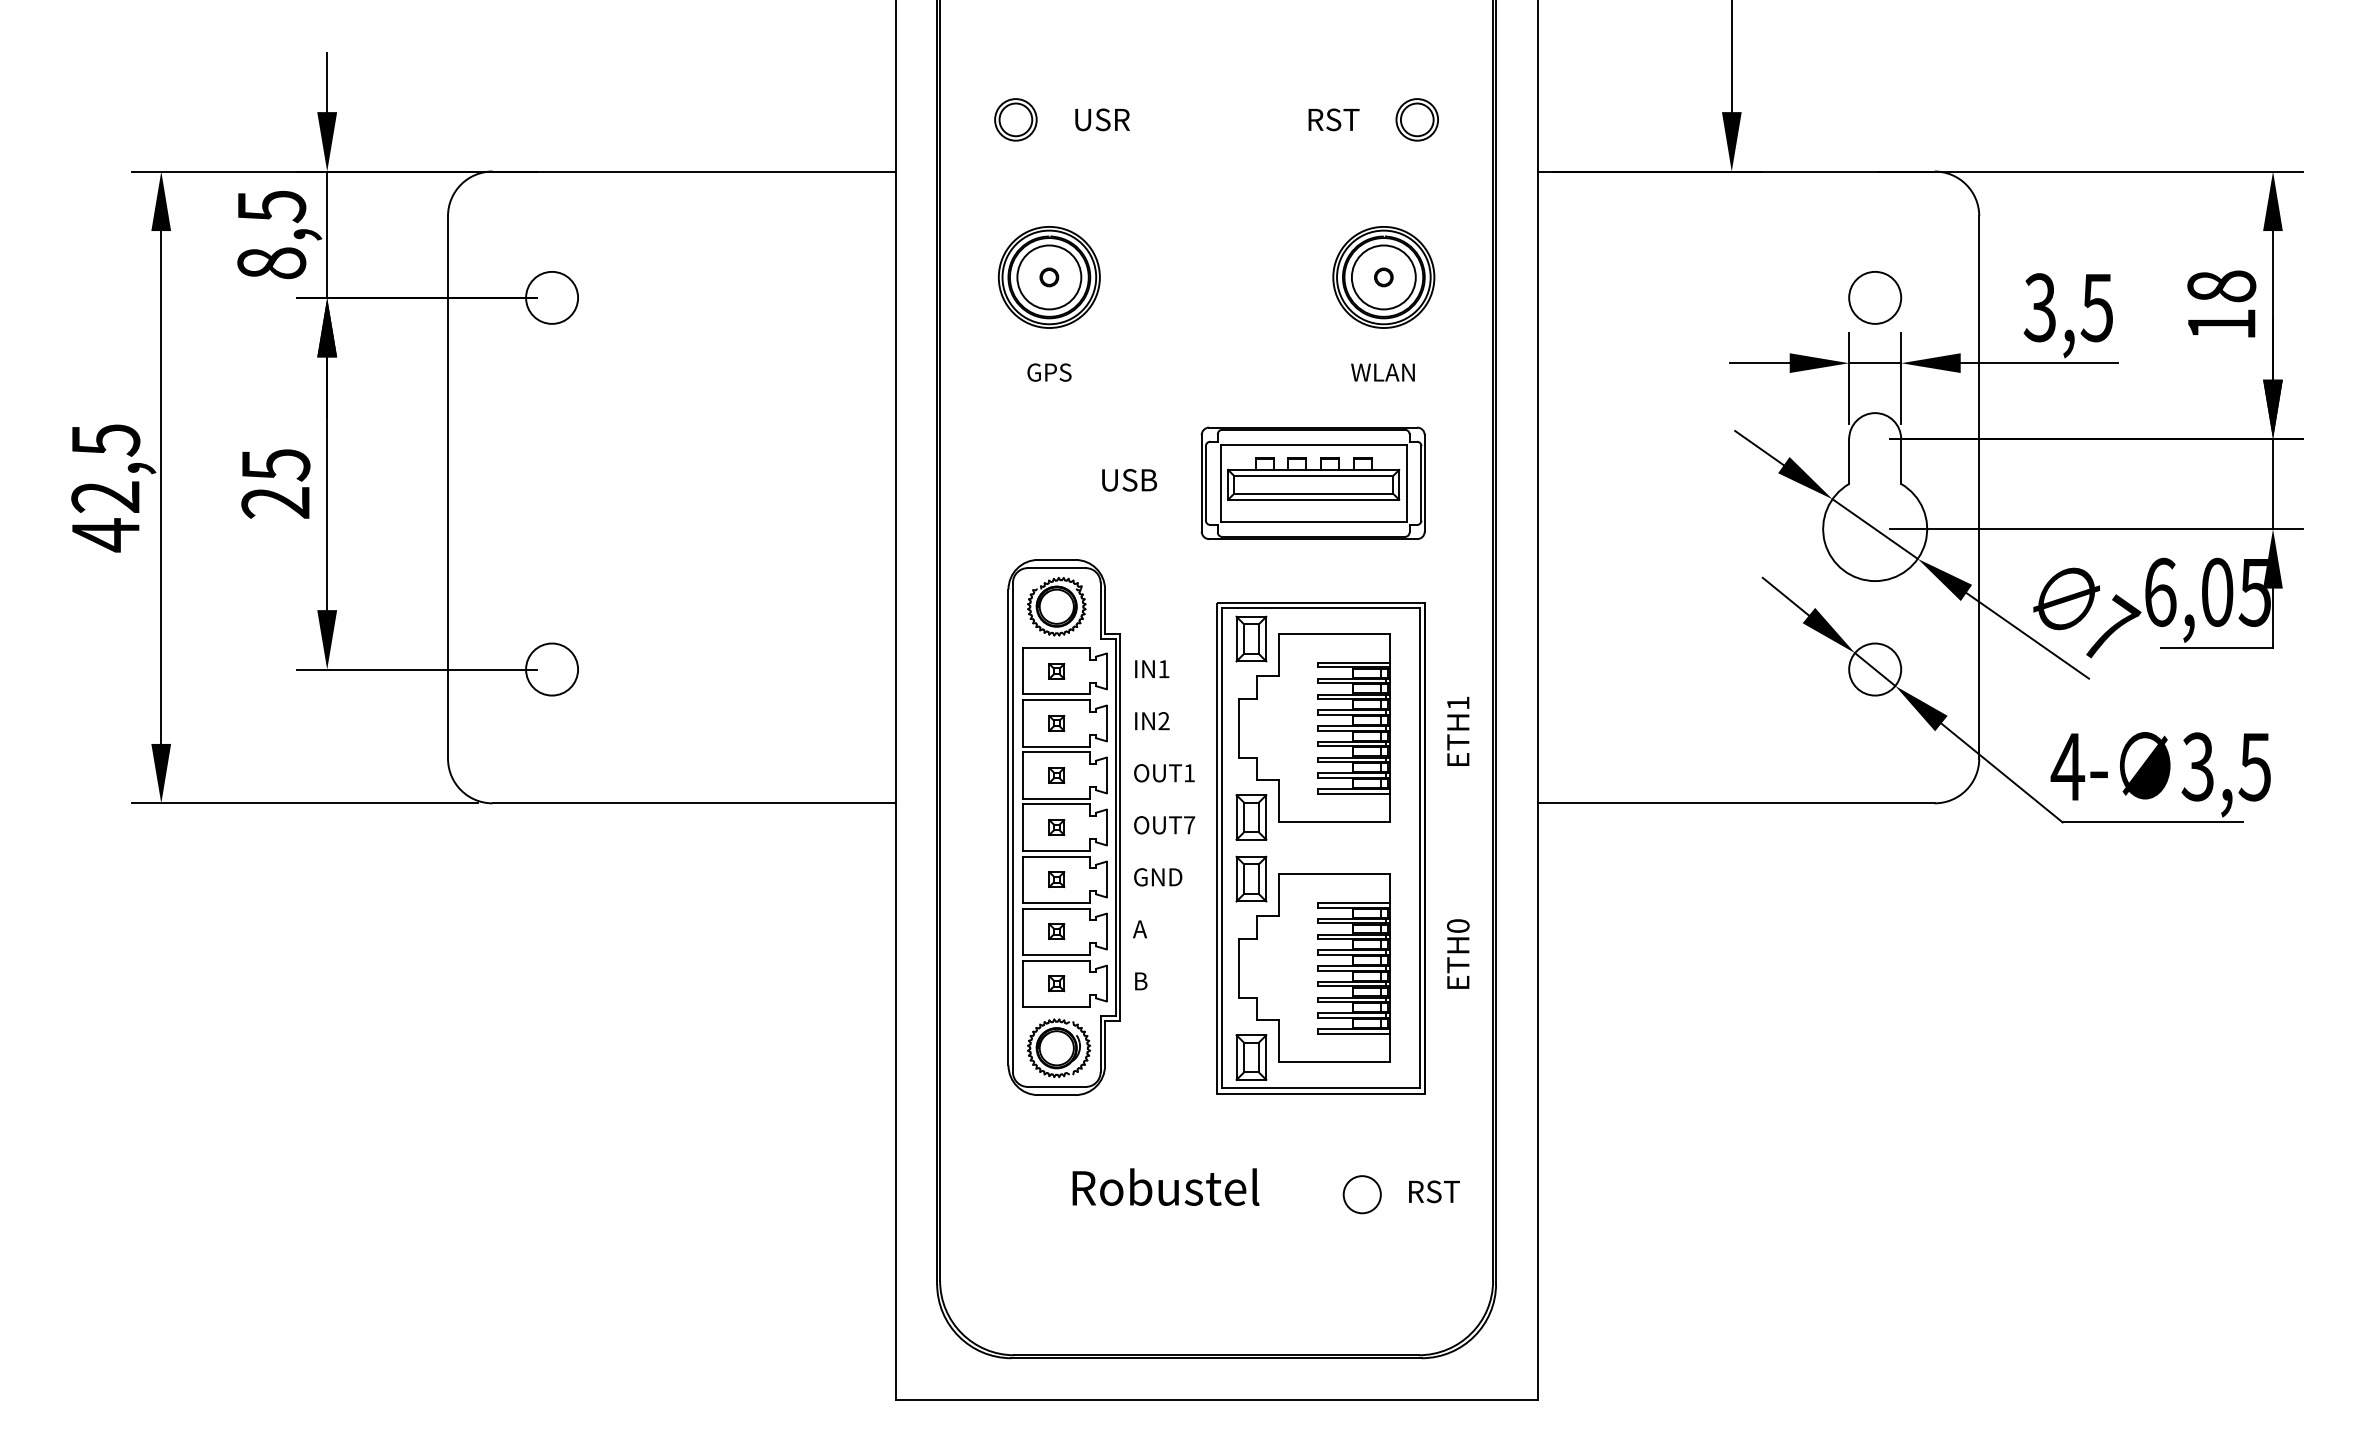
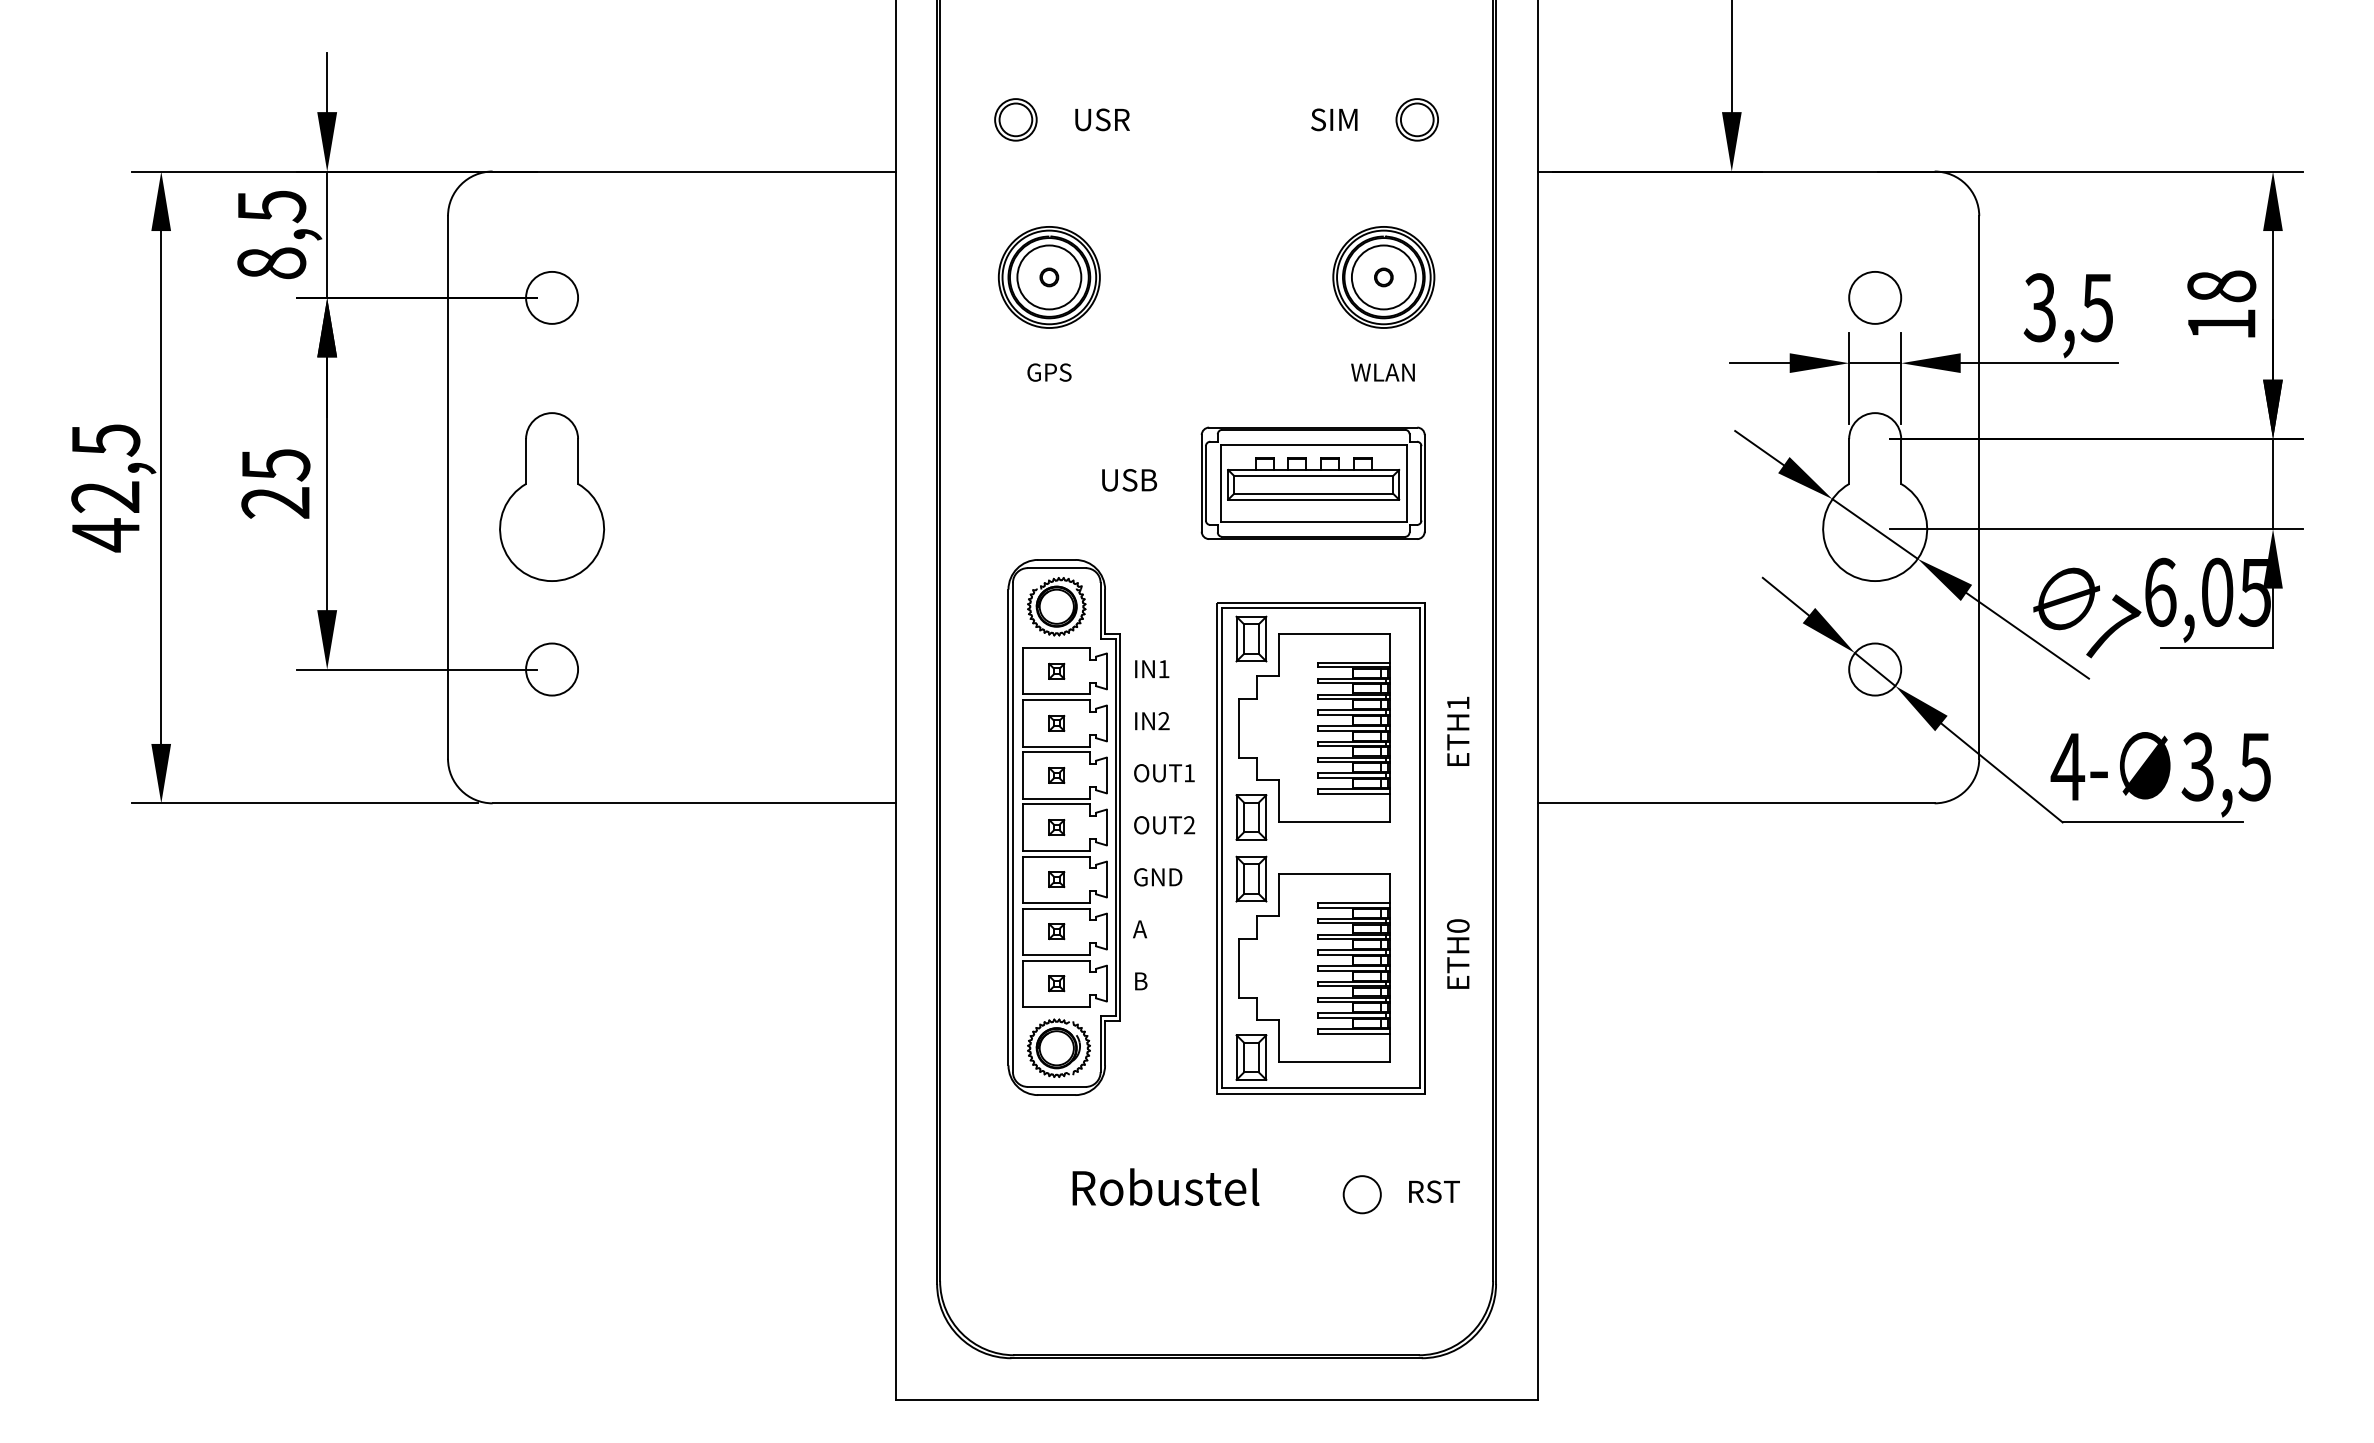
text at (1333, 119): RST -> SIM
part at (552, 496): none -> present
text at (1189, 825): OUT7 -> OUT2
